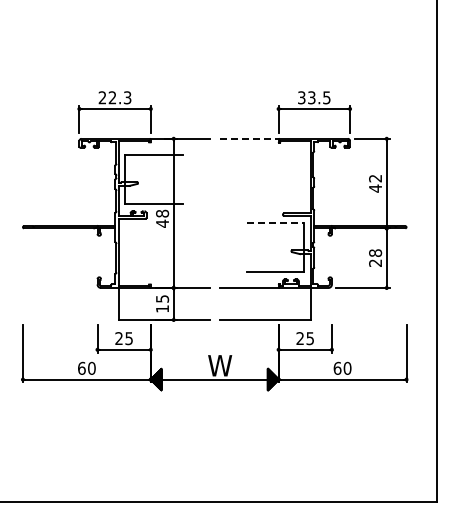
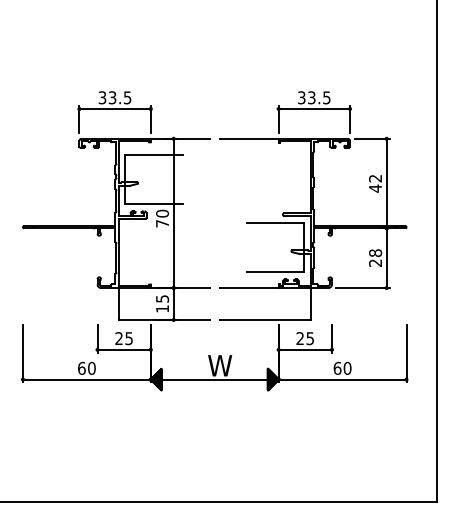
text at (114, 97): 22.3 -> 33.5
line at (249, 138): dashed -> solid
text at (162, 218): 48 -> 70
line at (275, 223): dashed -> solid
